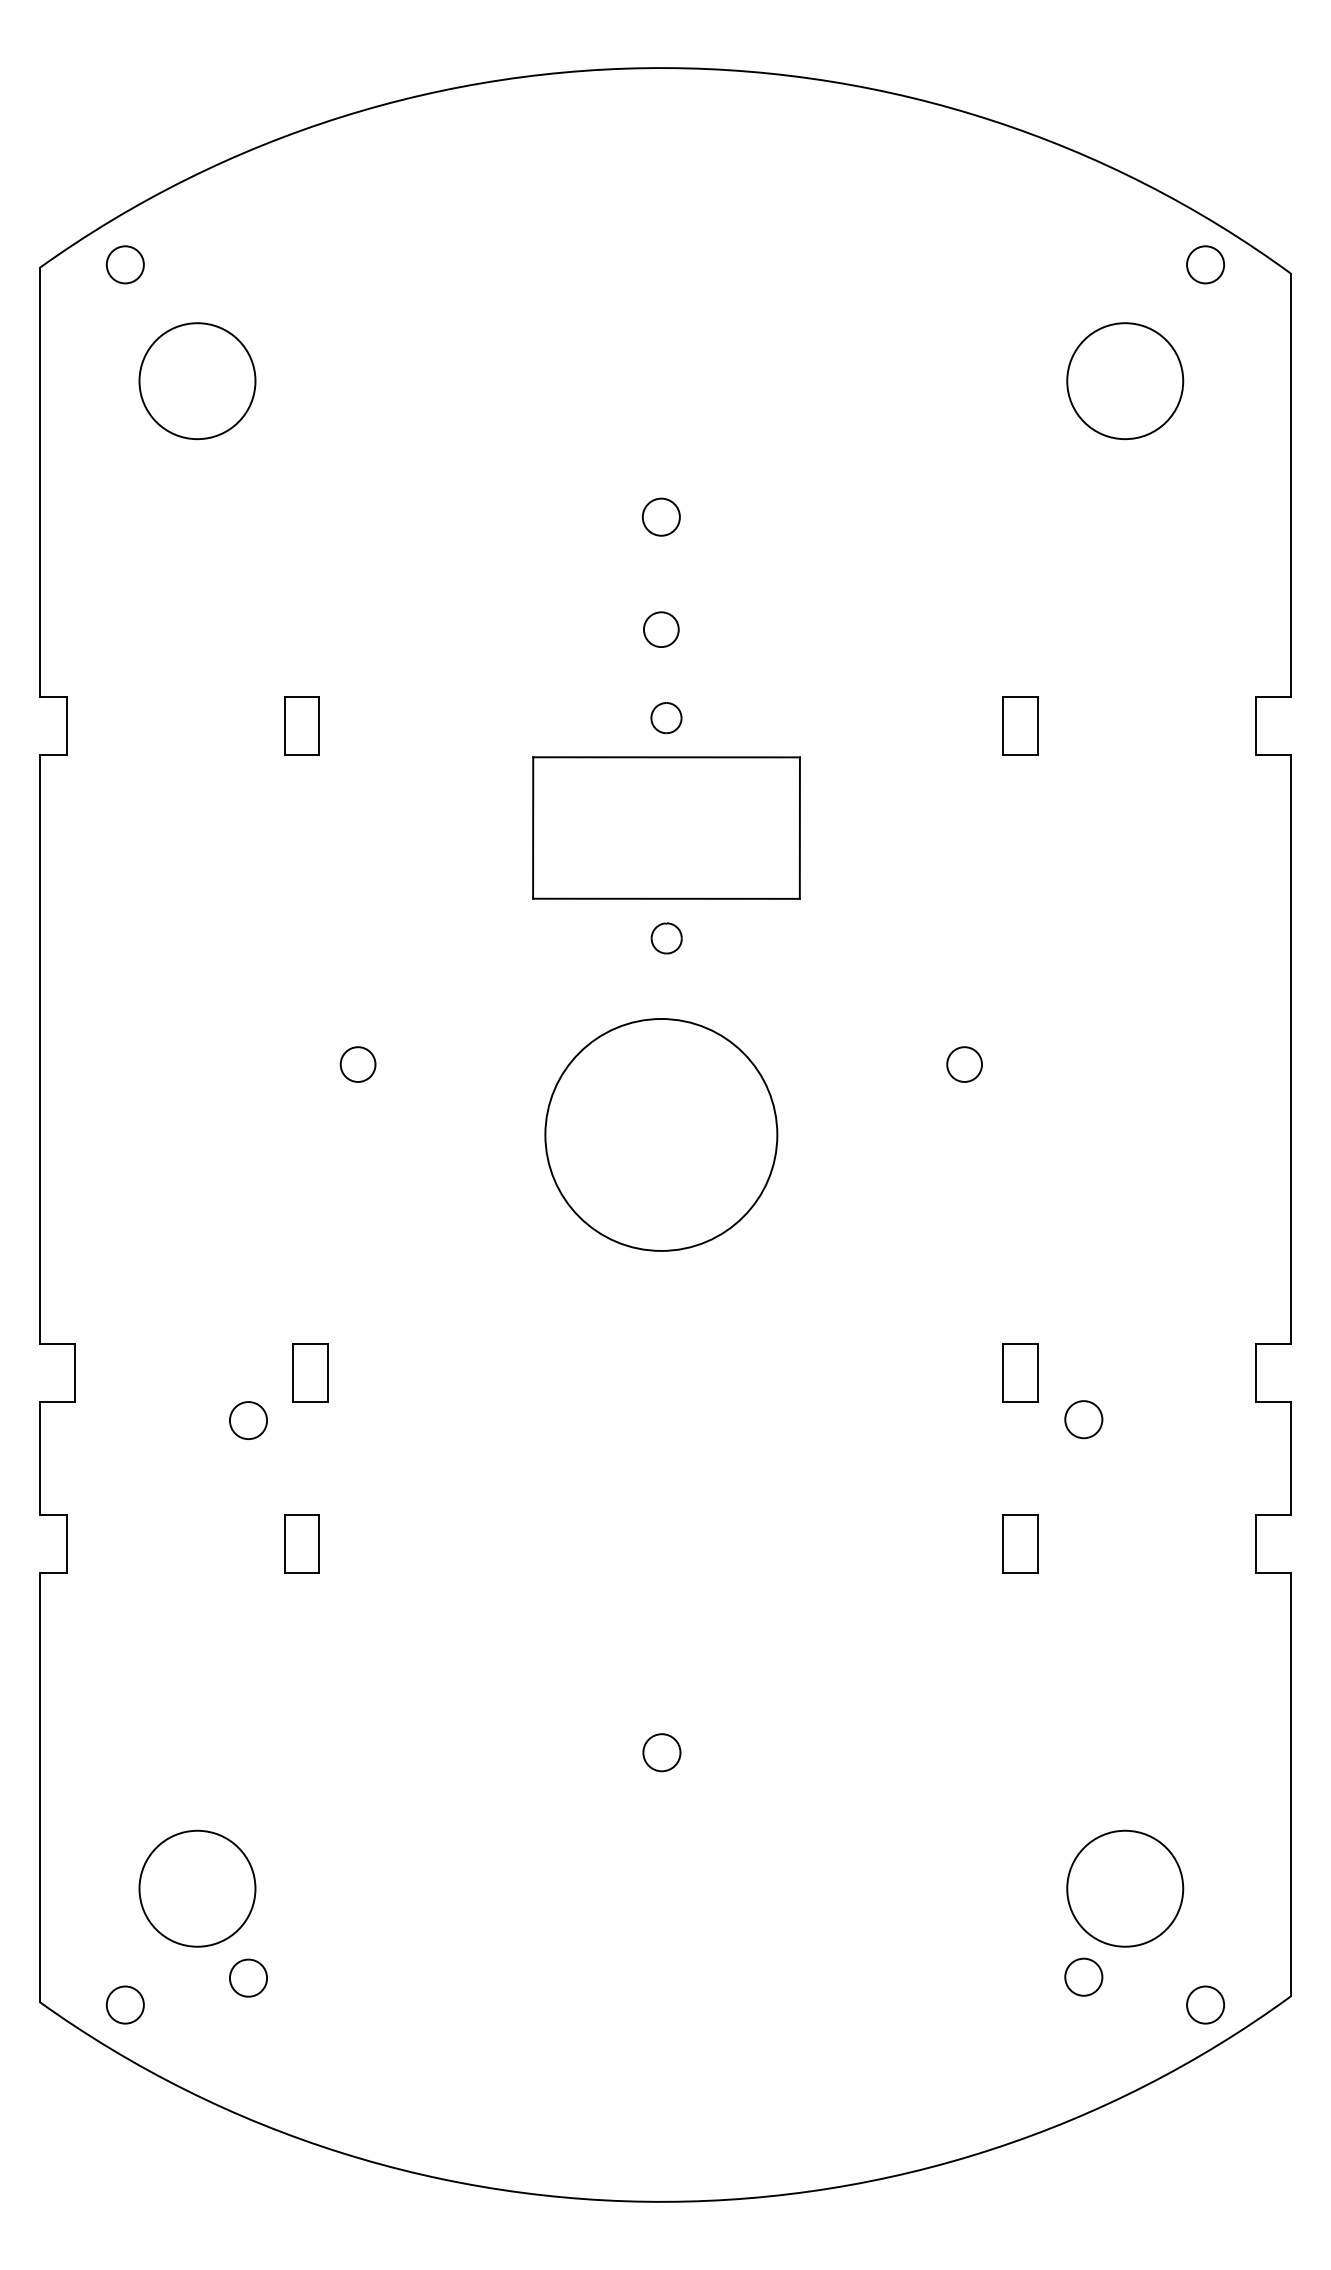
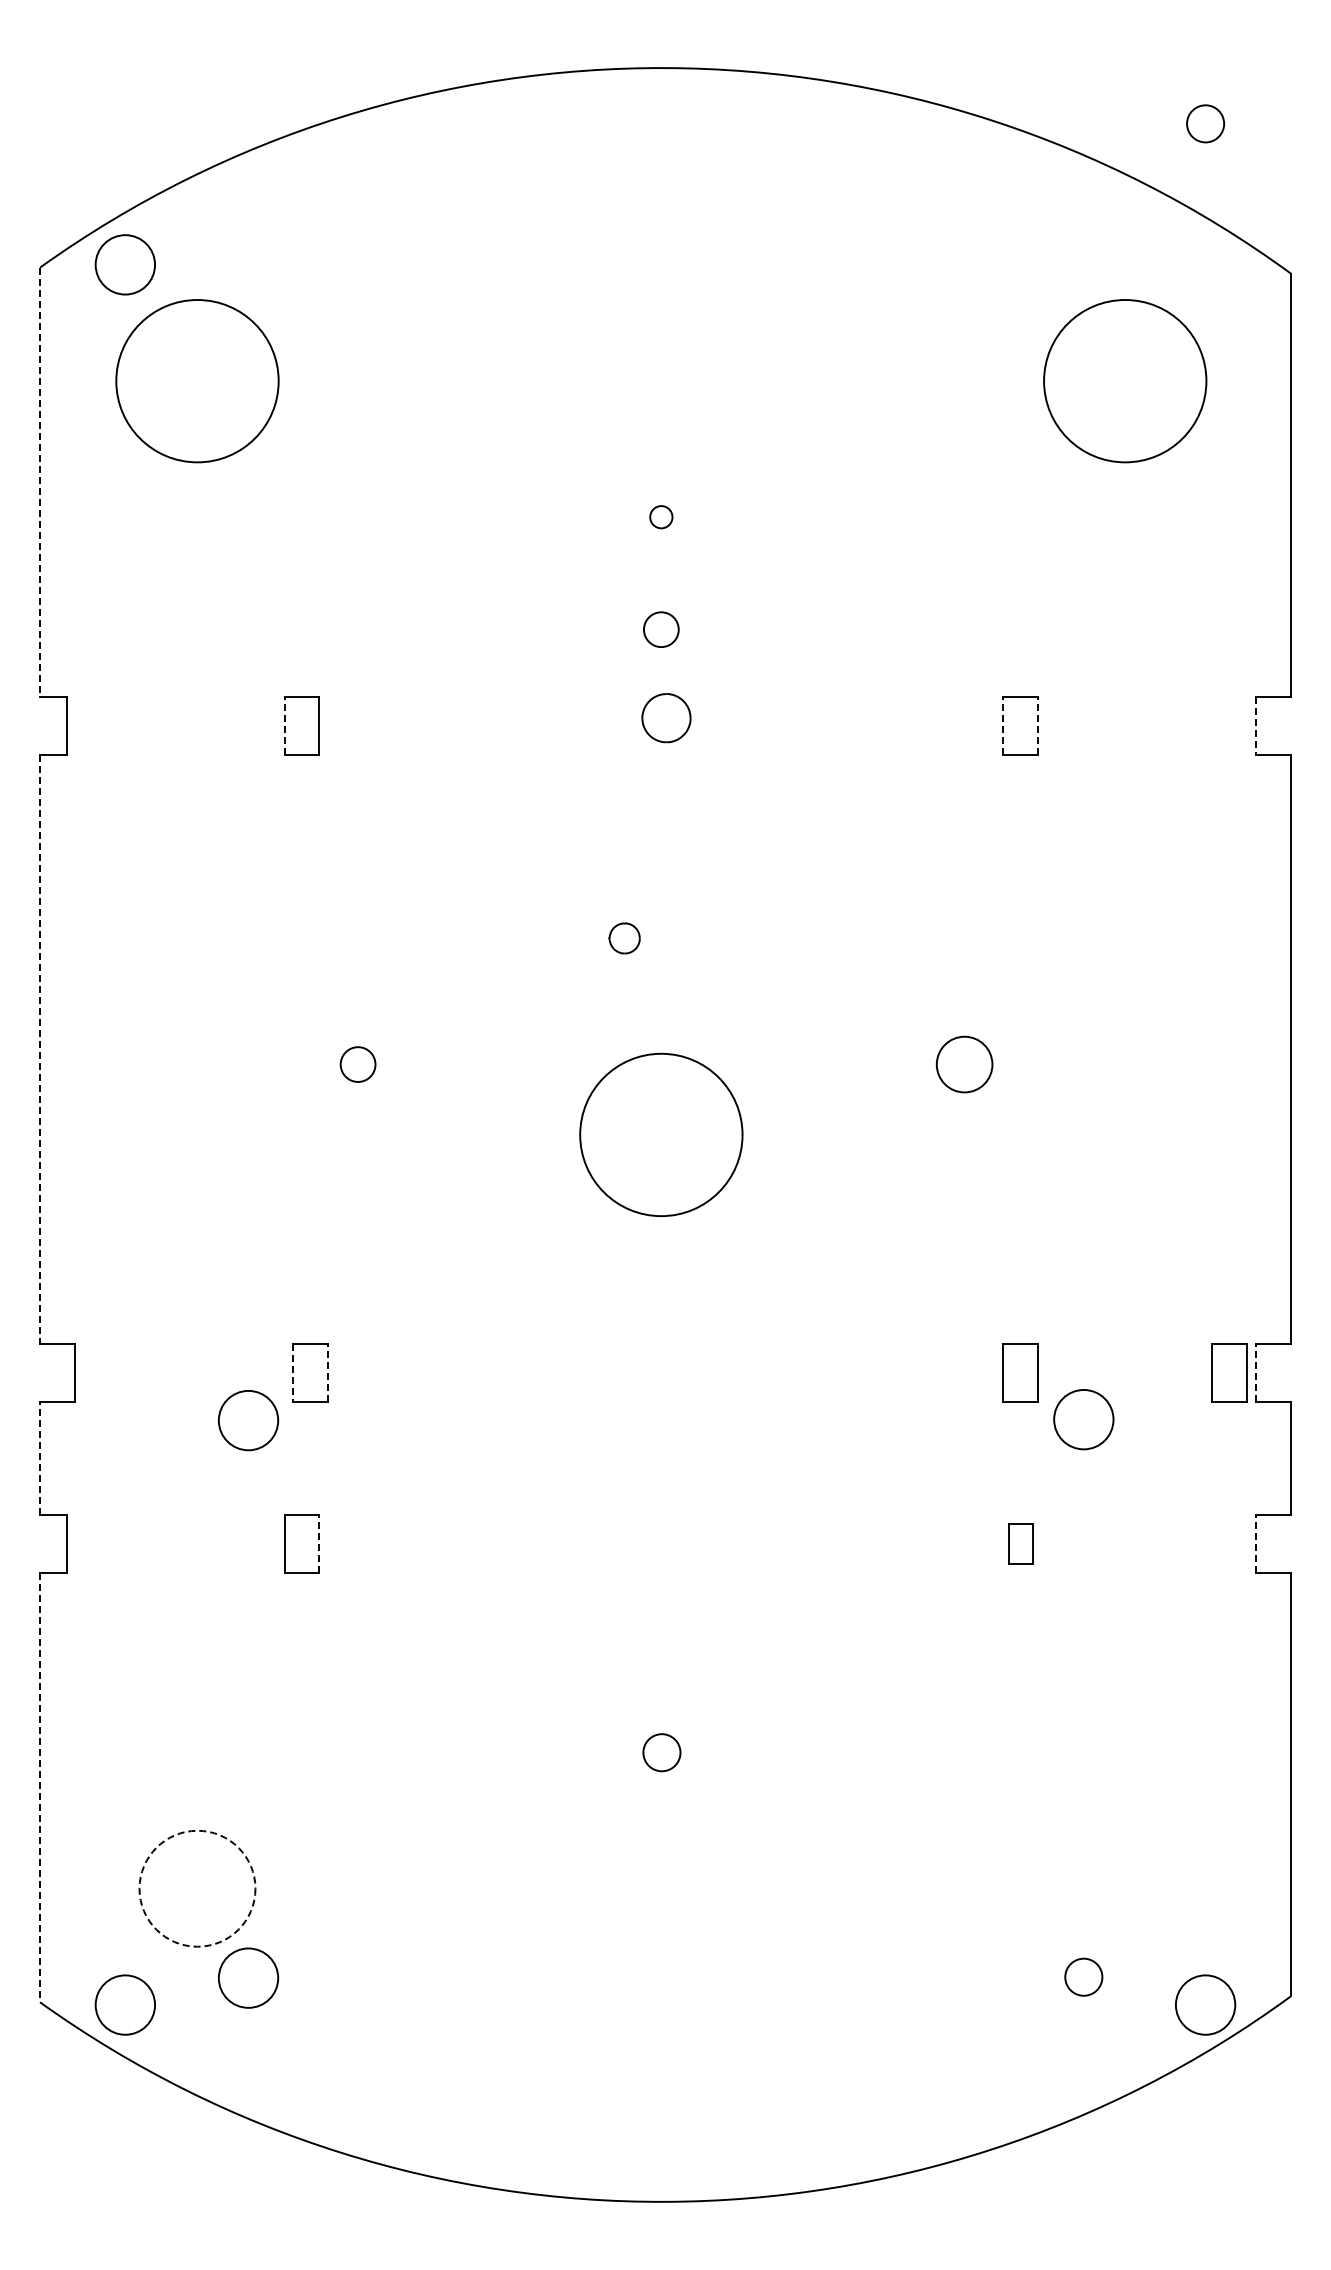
circle at (124, 264) diameter: 37 px -> 59 px
circle at (1205, 264) position: (1205, 264) -> (1205, 123)
circle at (197, 381) diameter: 116 px -> 162 px
circle at (1125, 381) diameter: 116 px -> 162 px
line at (40, 482): solid -> dashed
circle at (660, 516) diameter: 37 px -> 22 px
part at (666, 717) size: 33x32 px -> 51x51 px
line at (284, 725): solid -> dashed
line at (1003, 725): solid -> dashed
line at (1038, 725): solid -> dashed
line at (1256, 725): solid -> dashed
part at (666, 827): present -> none
part at (666, 938) position: (666, 938) -> (624, 938)
line at (40, 1049): solid -> dashed
circle at (964, 1064) diameter: 35 px -> 56 px
circle at (661, 1134) diameter: 232 px -> 162 px
line at (292, 1372): solid -> dashed
line at (327, 1372): solid -> dashed
part at (1229, 1372): none -> present
line at (1256, 1372): solid -> dashed
circle at (1083, 1419) diameter: 37 px -> 59 px
circle at (248, 1420) diameter: 37 px -> 59 px
line at (40, 1458): solid -> dashed
part at (1020, 1543) size: 37x60 px -> 26x42 px
line at (319, 1544): solid -> dashed
line at (1256, 1544): solid -> dashed
line at (40, 1787): solid -> dashed
circle at (197, 1888): solid -> dashed
circle at (1125, 1888): present -> none
circle at (248, 1977) diameter: 37 px -> 59 px
circle at (124, 2004) diameter: 37 px -> 59 px
circle at (1205, 2004) diameter: 37 px -> 59 px
